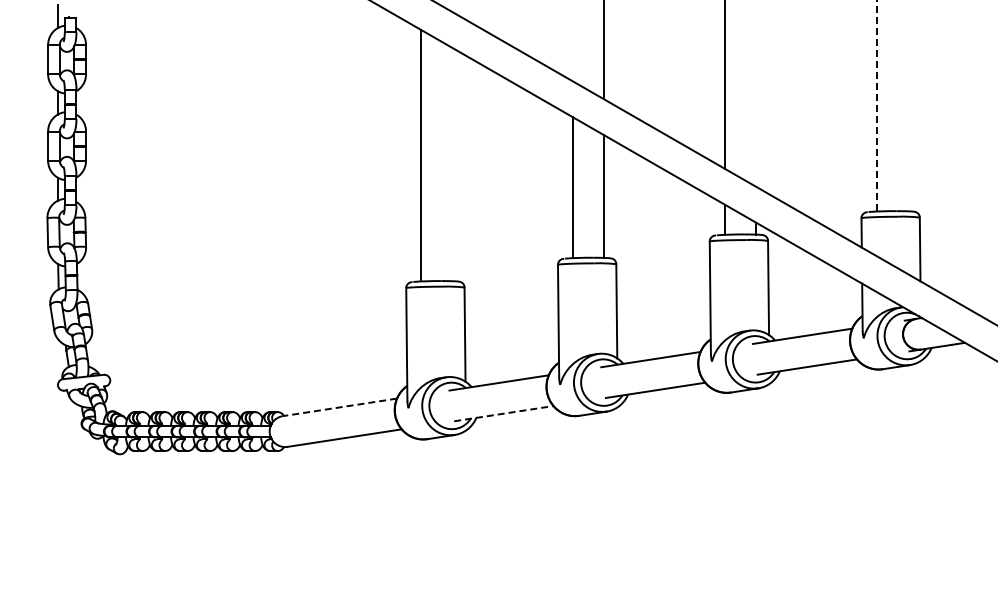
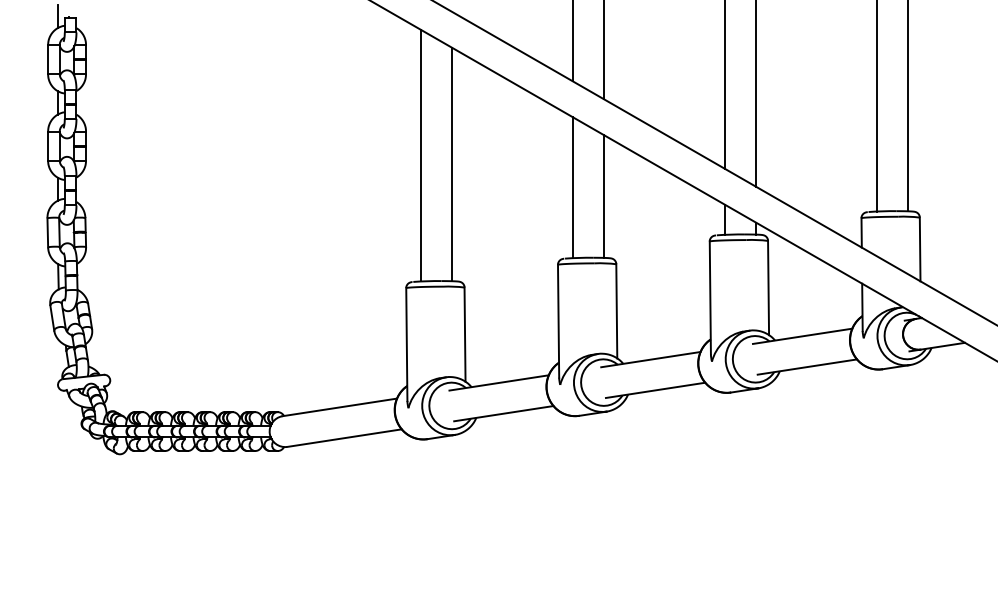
line at (572, 41): none -> present
line at (755, 94): none -> present
line at (876, 106): dashed -> solid
line at (907, 106): none -> present
line at (452, 164): none -> present
line at (339, 407): dashed -> solid
line at (504, 413): dashed -> solid
